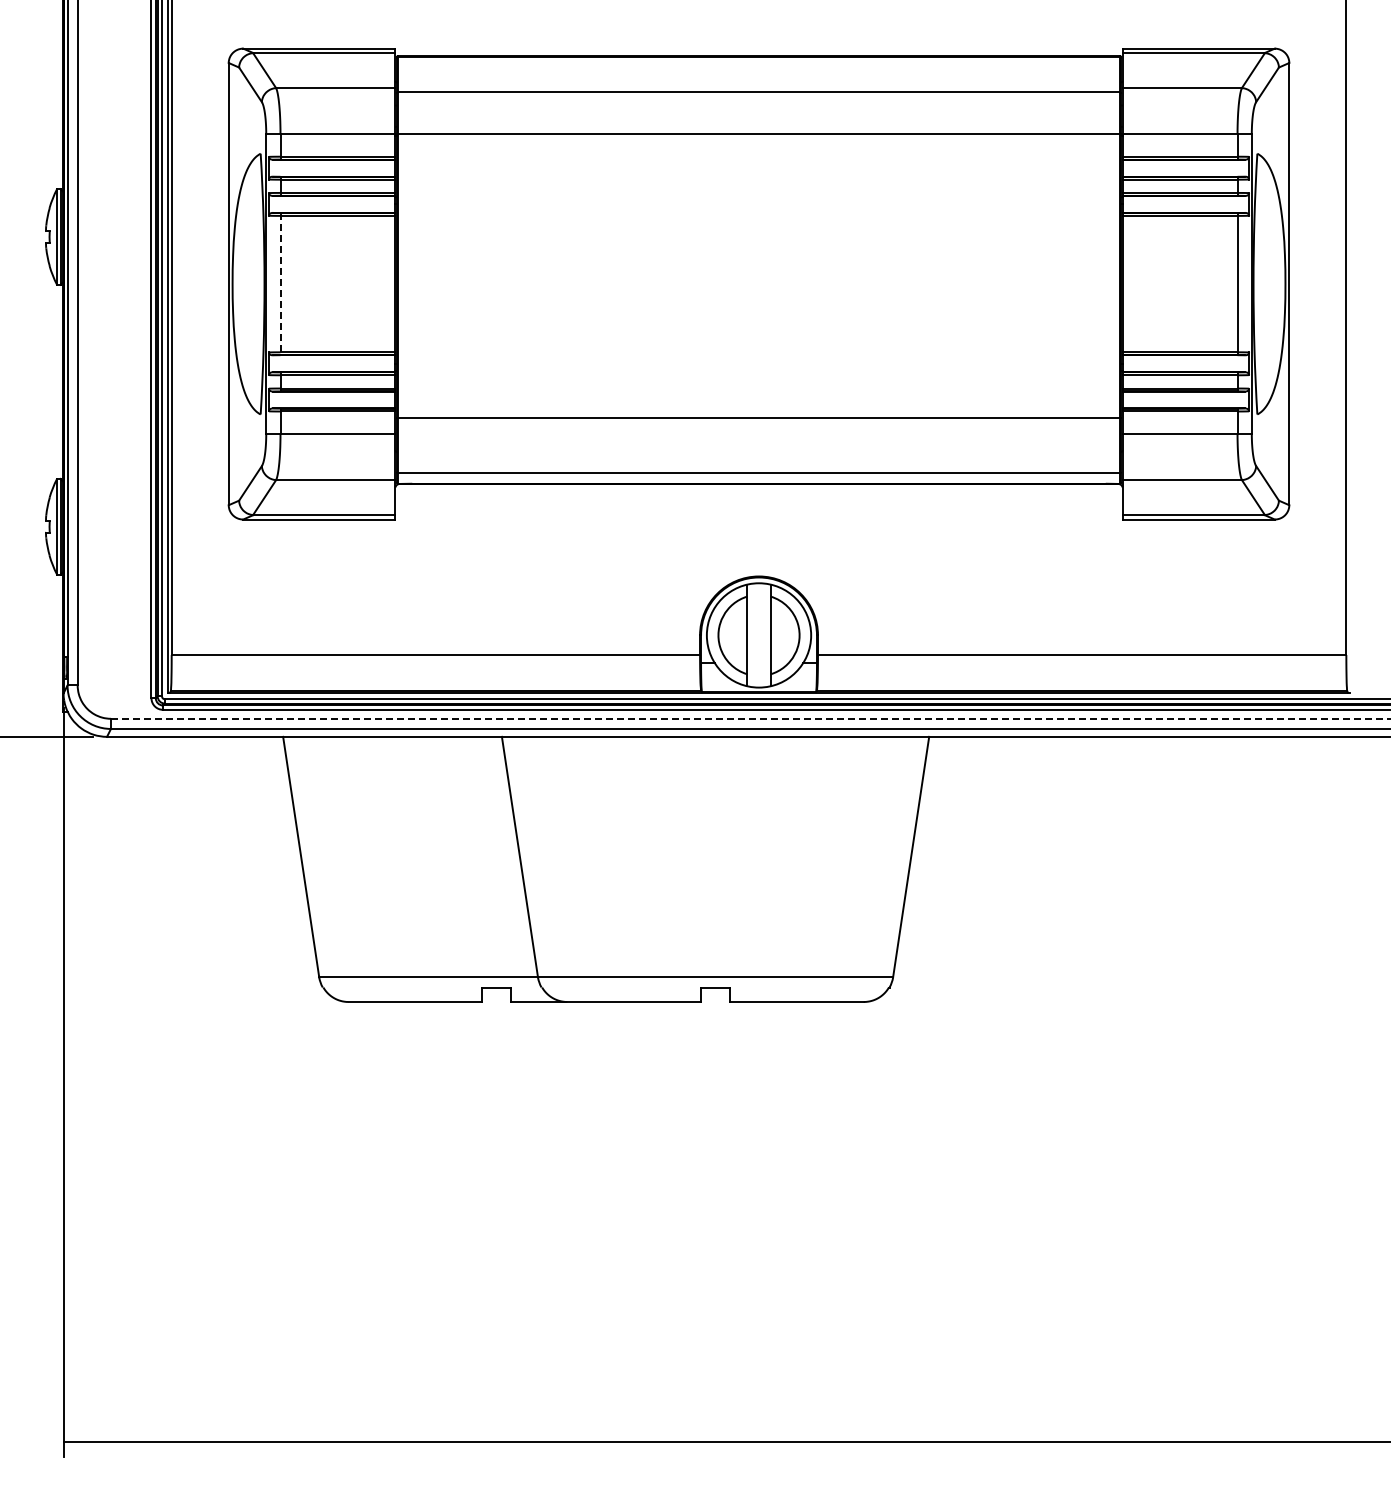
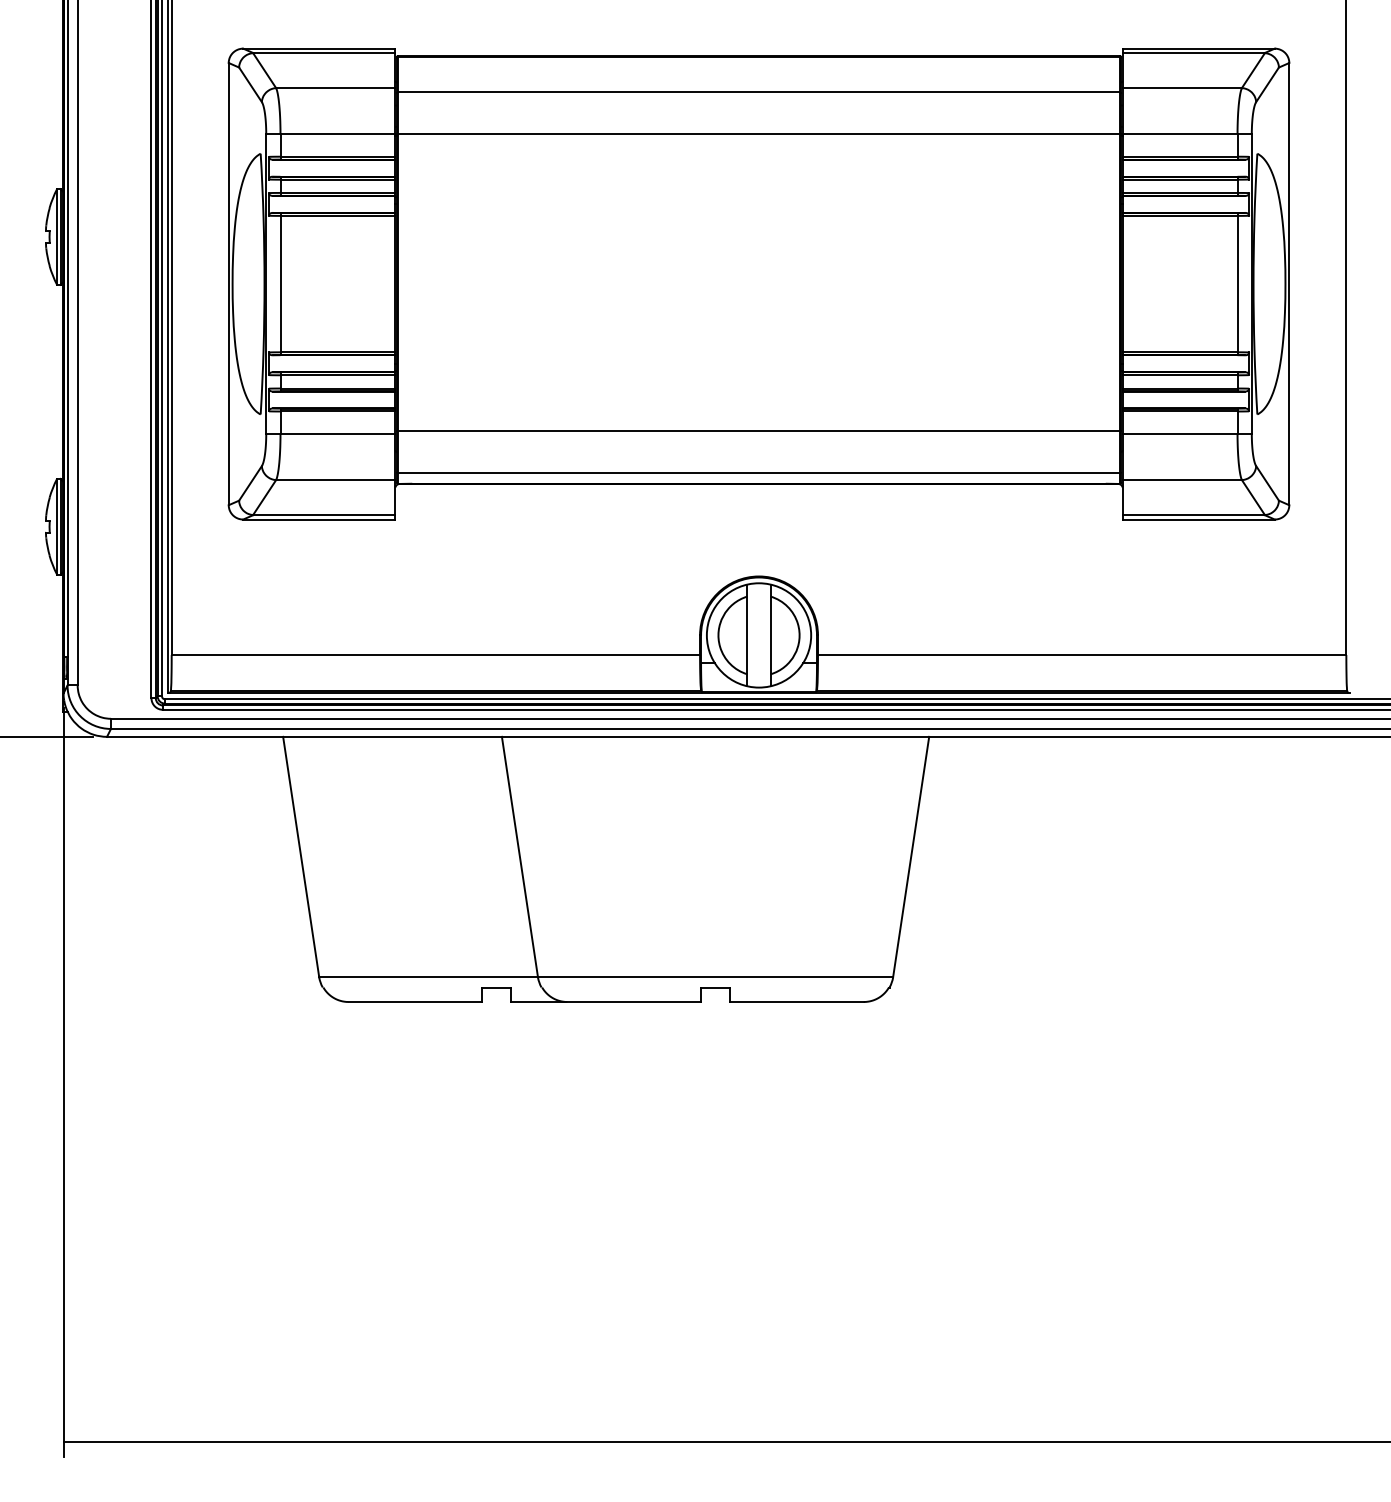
line at (280, 284): dashed -> solid
line at (758, 418) position: (758, 418) -> (758, 431)
line at (751, 718): dashed -> solid
